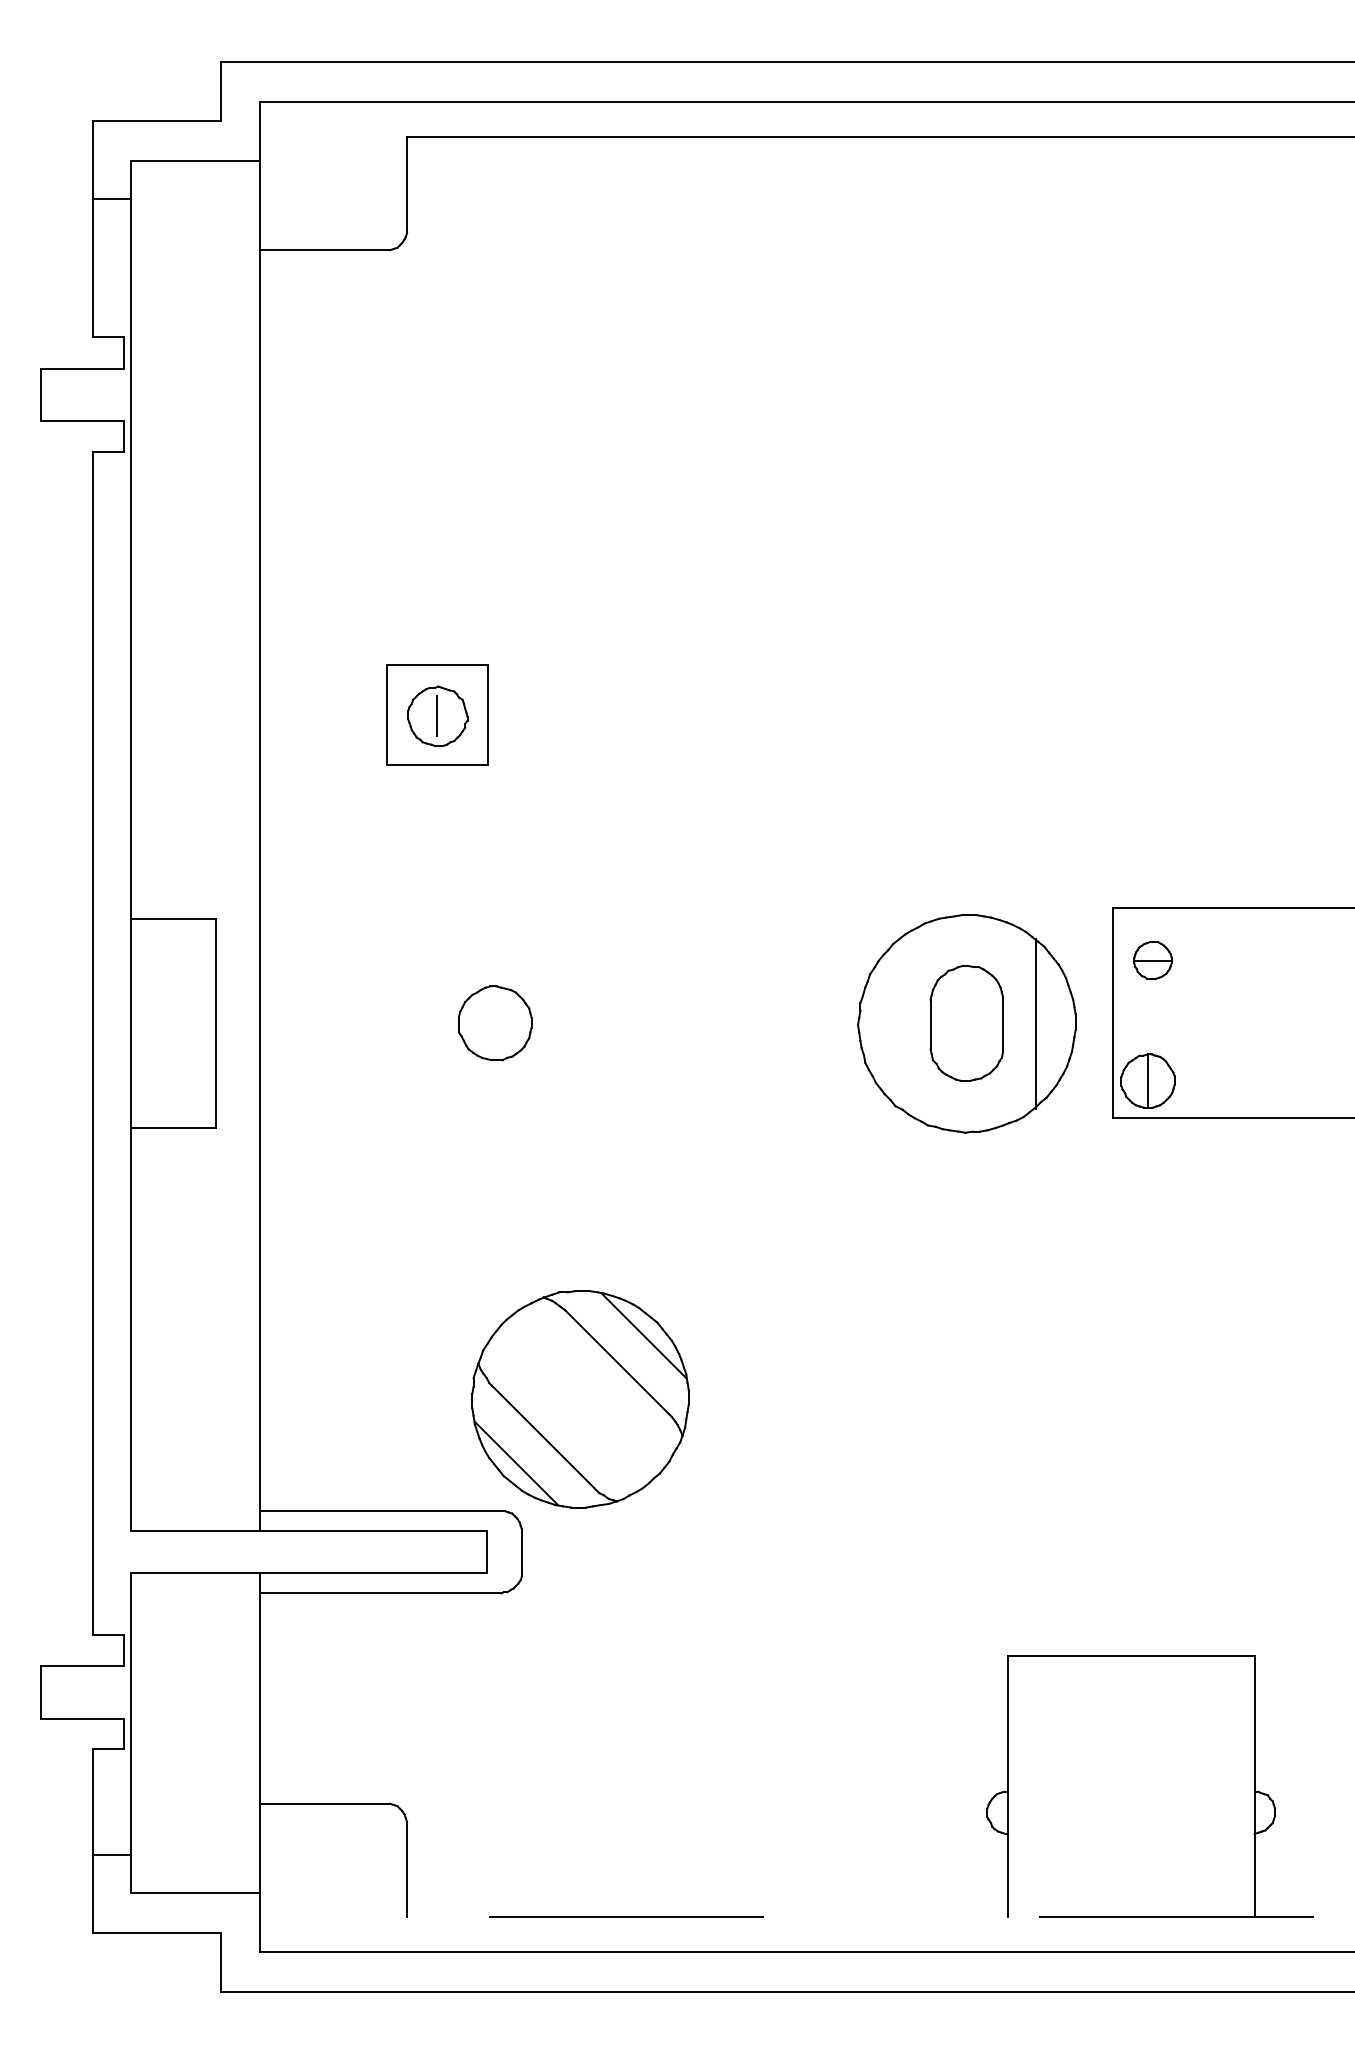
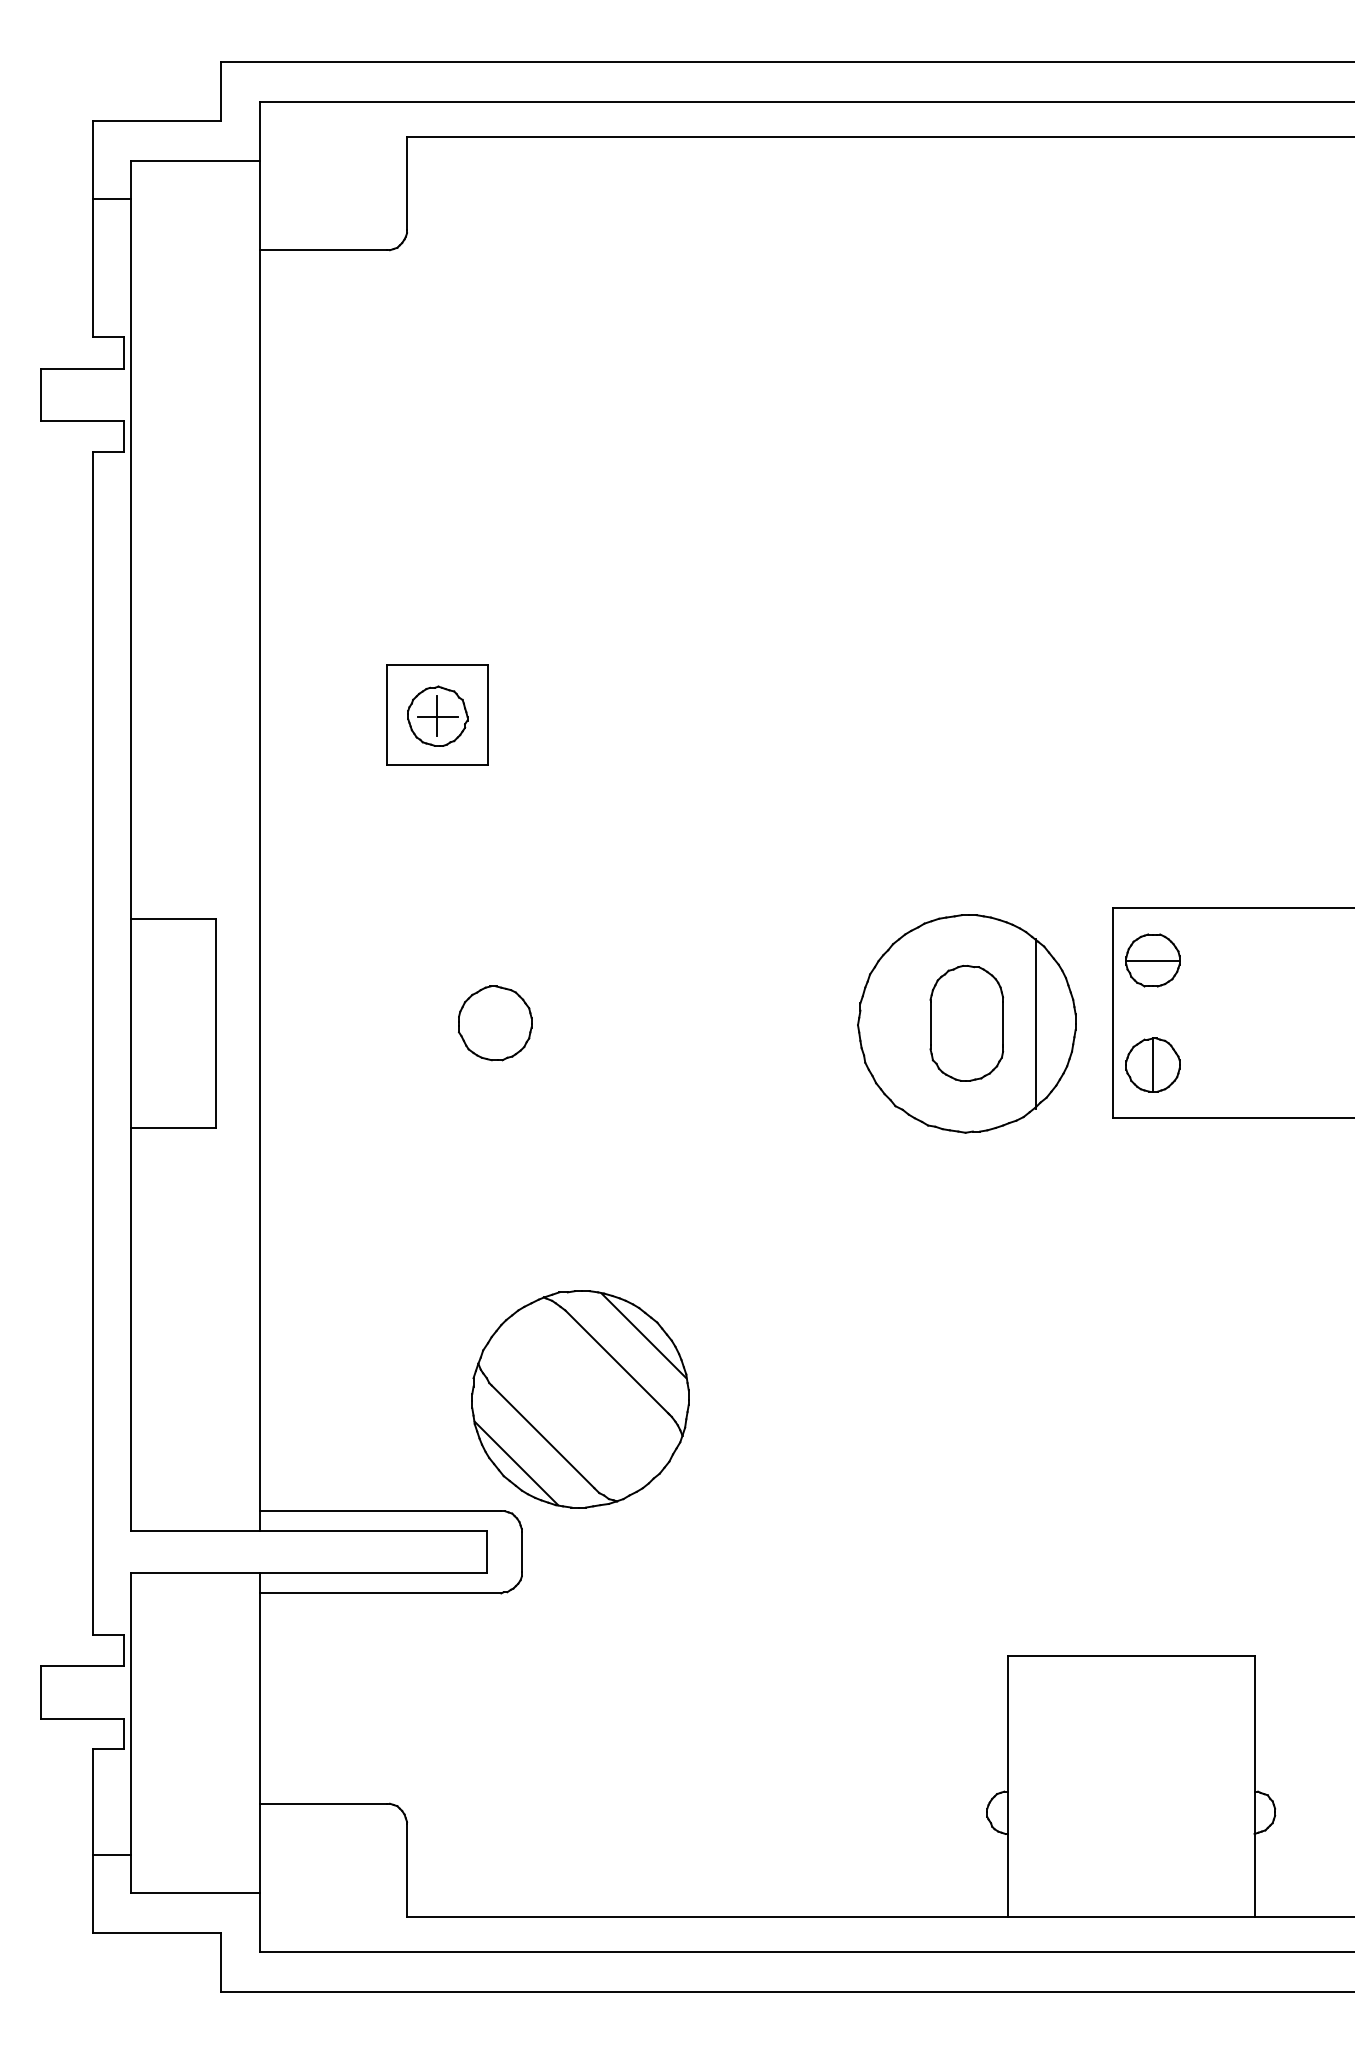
line at (437, 716): none -> present
part at (1152, 960) size: 40x39 px -> 56x55 px
part at (1147, 1080) position: (1147, 1080) -> (1152, 1064)
line at (881, 1917): dashed -> solid
